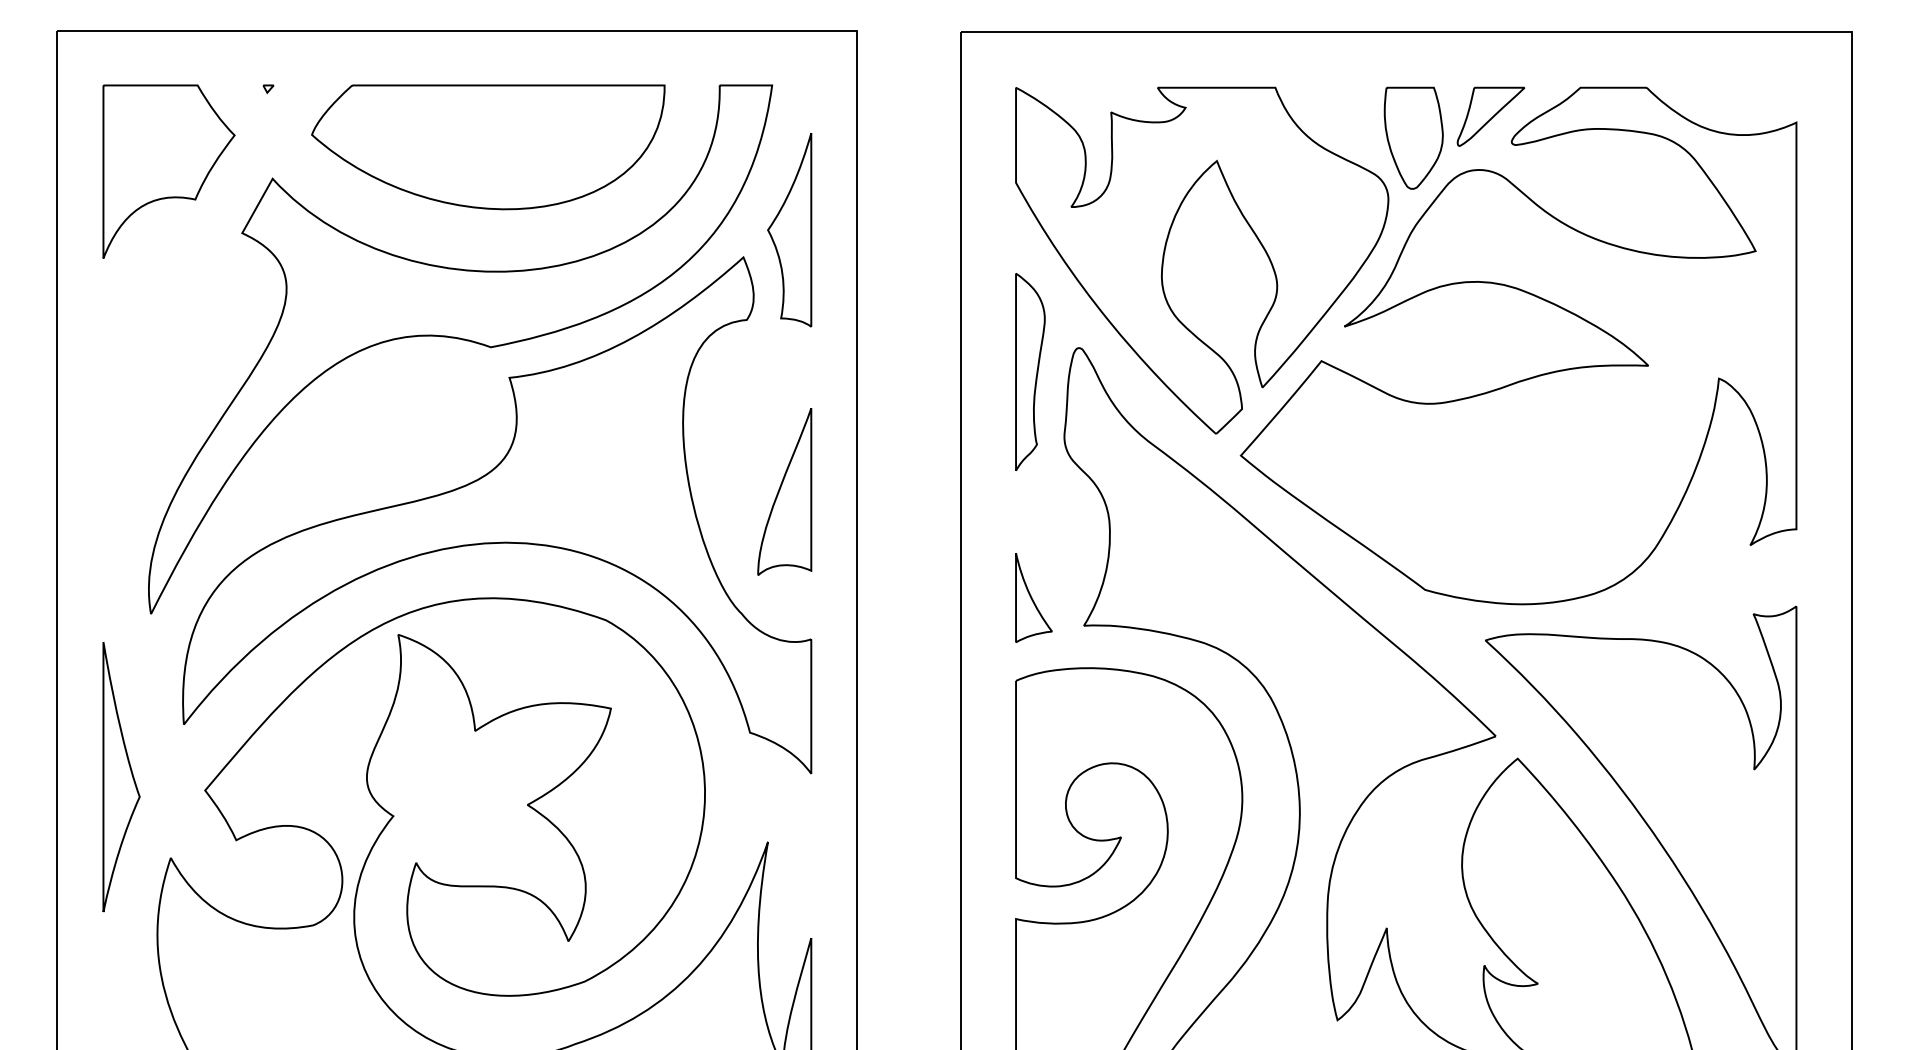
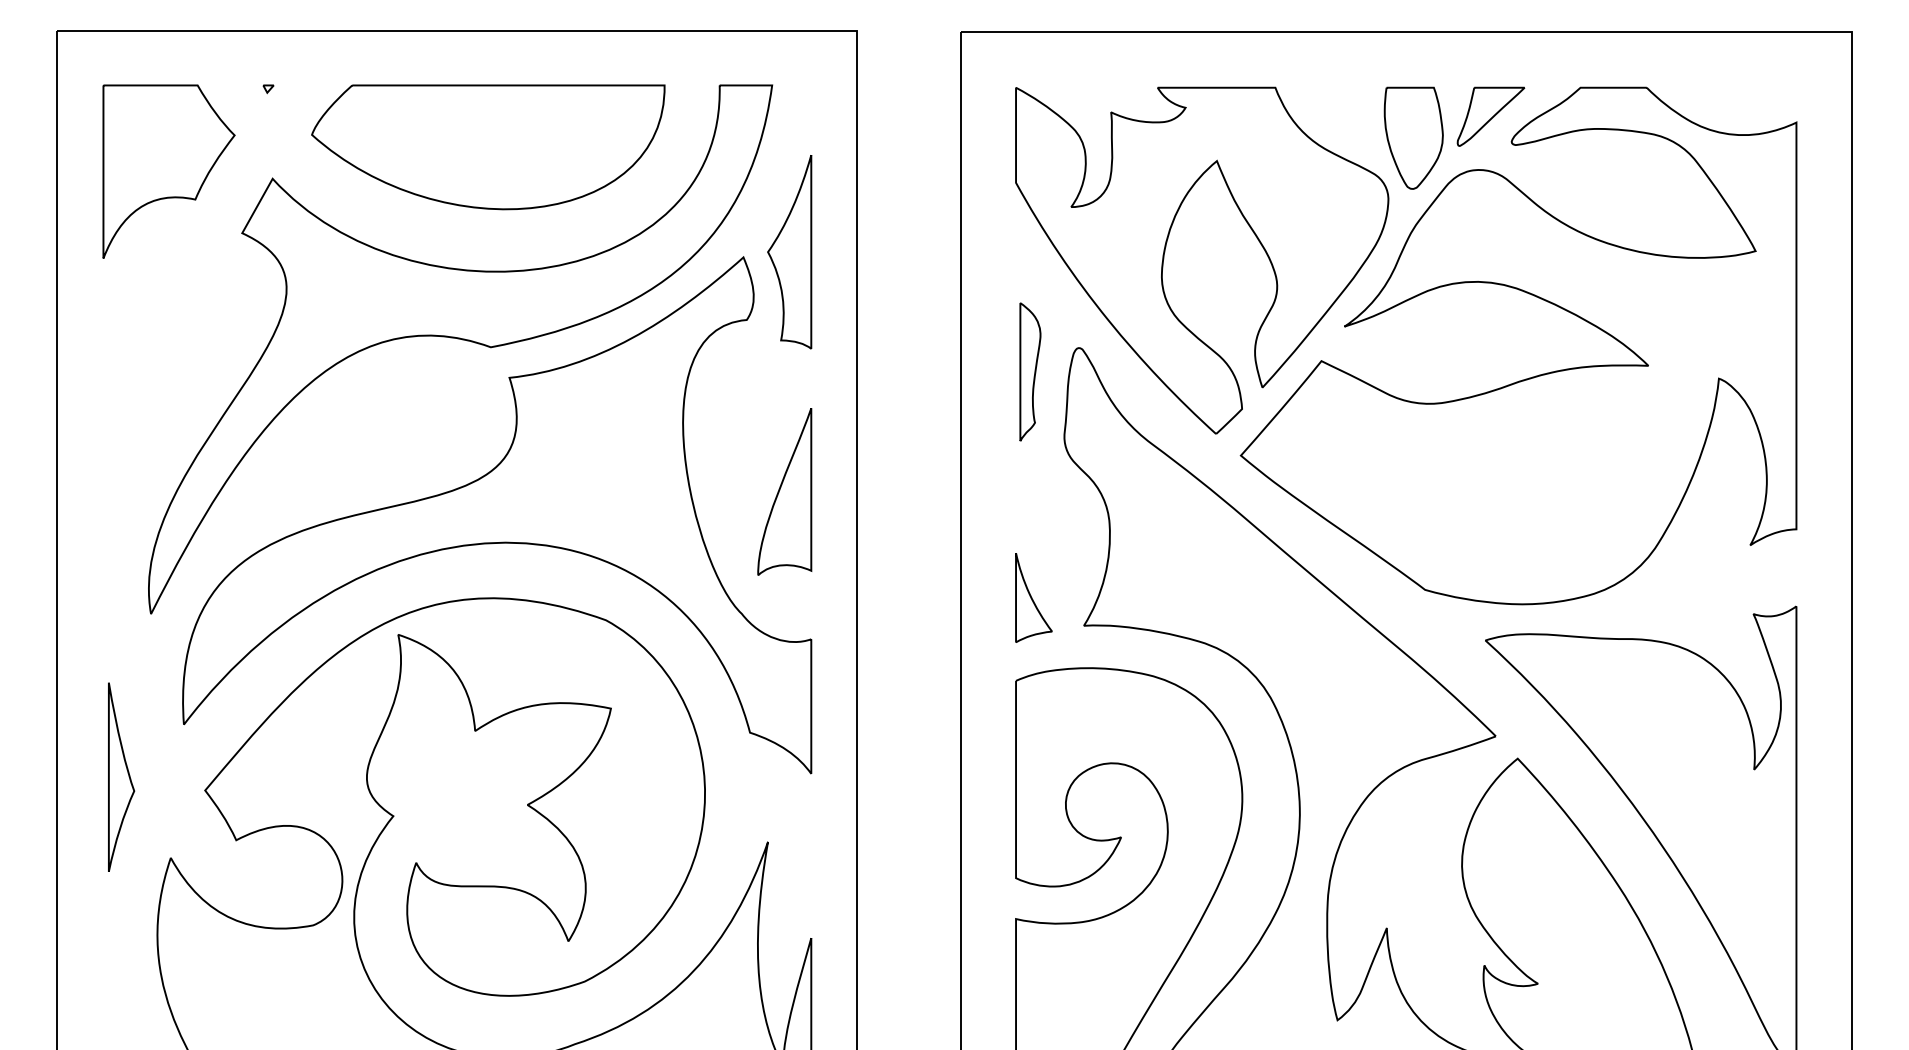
part at (789, 230) position: (789, 230) -> (789, 252)
part at (1030, 371) size: 31x198 px -> 23x140 px
part at (121, 777) size: 39x271 px -> 28x190 px
